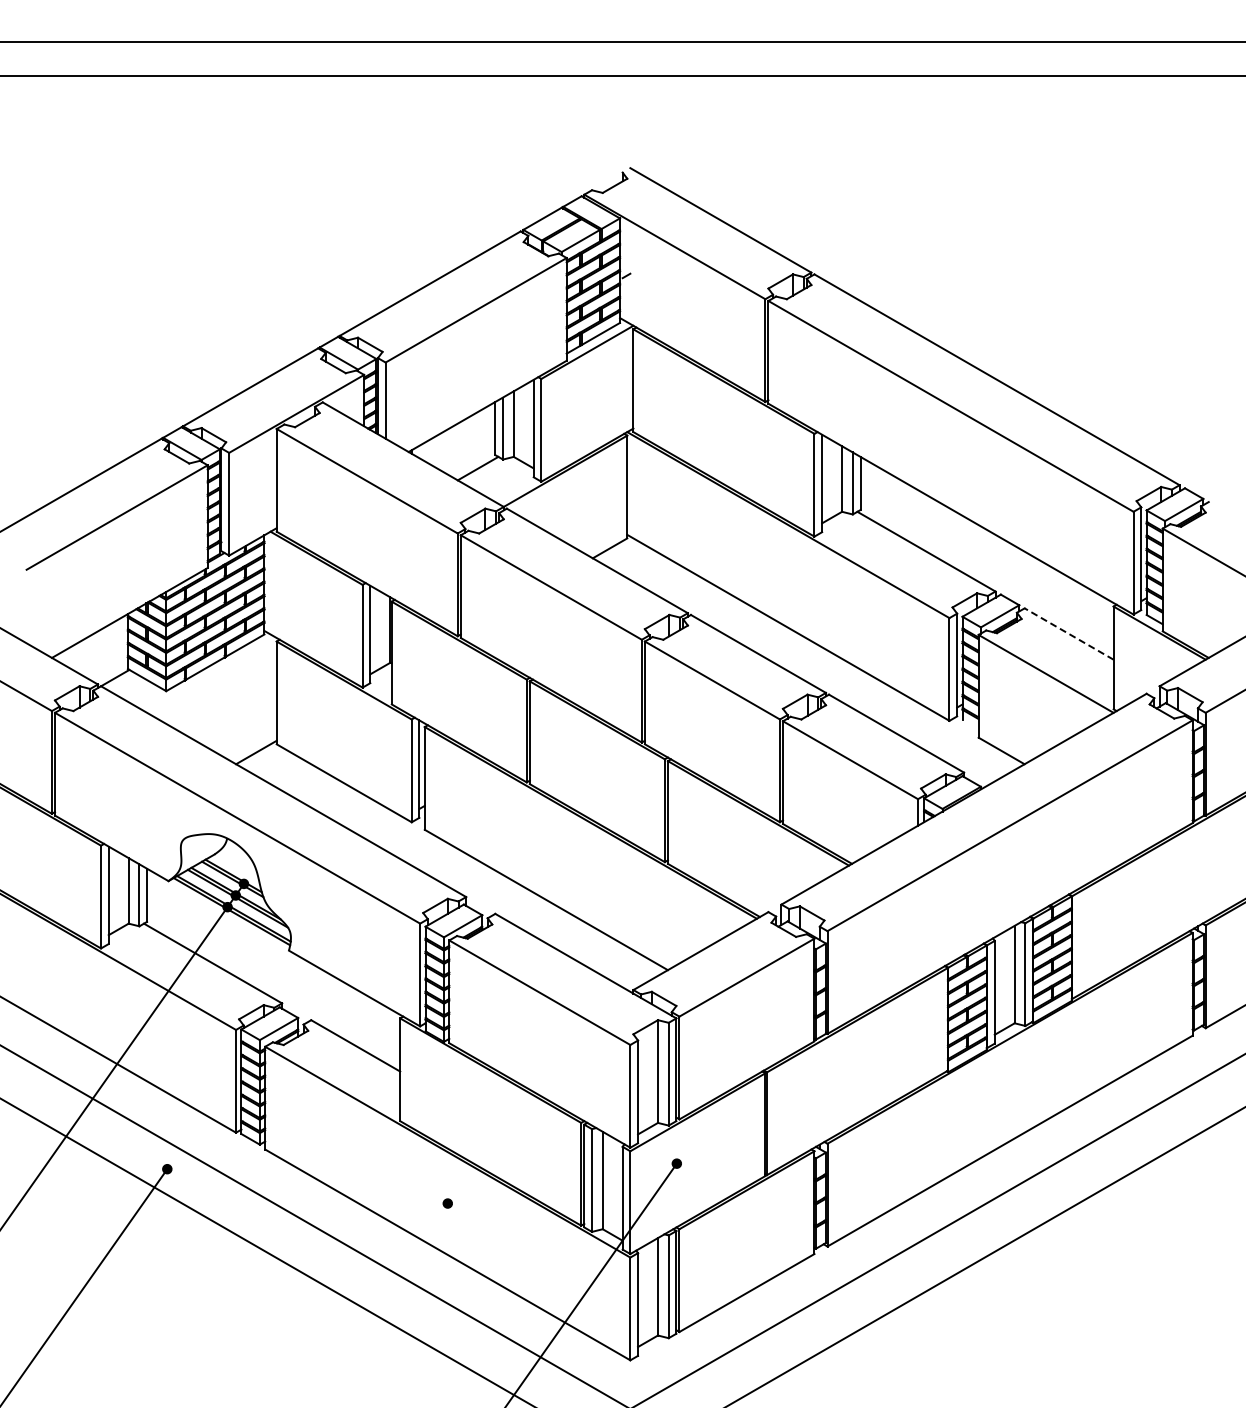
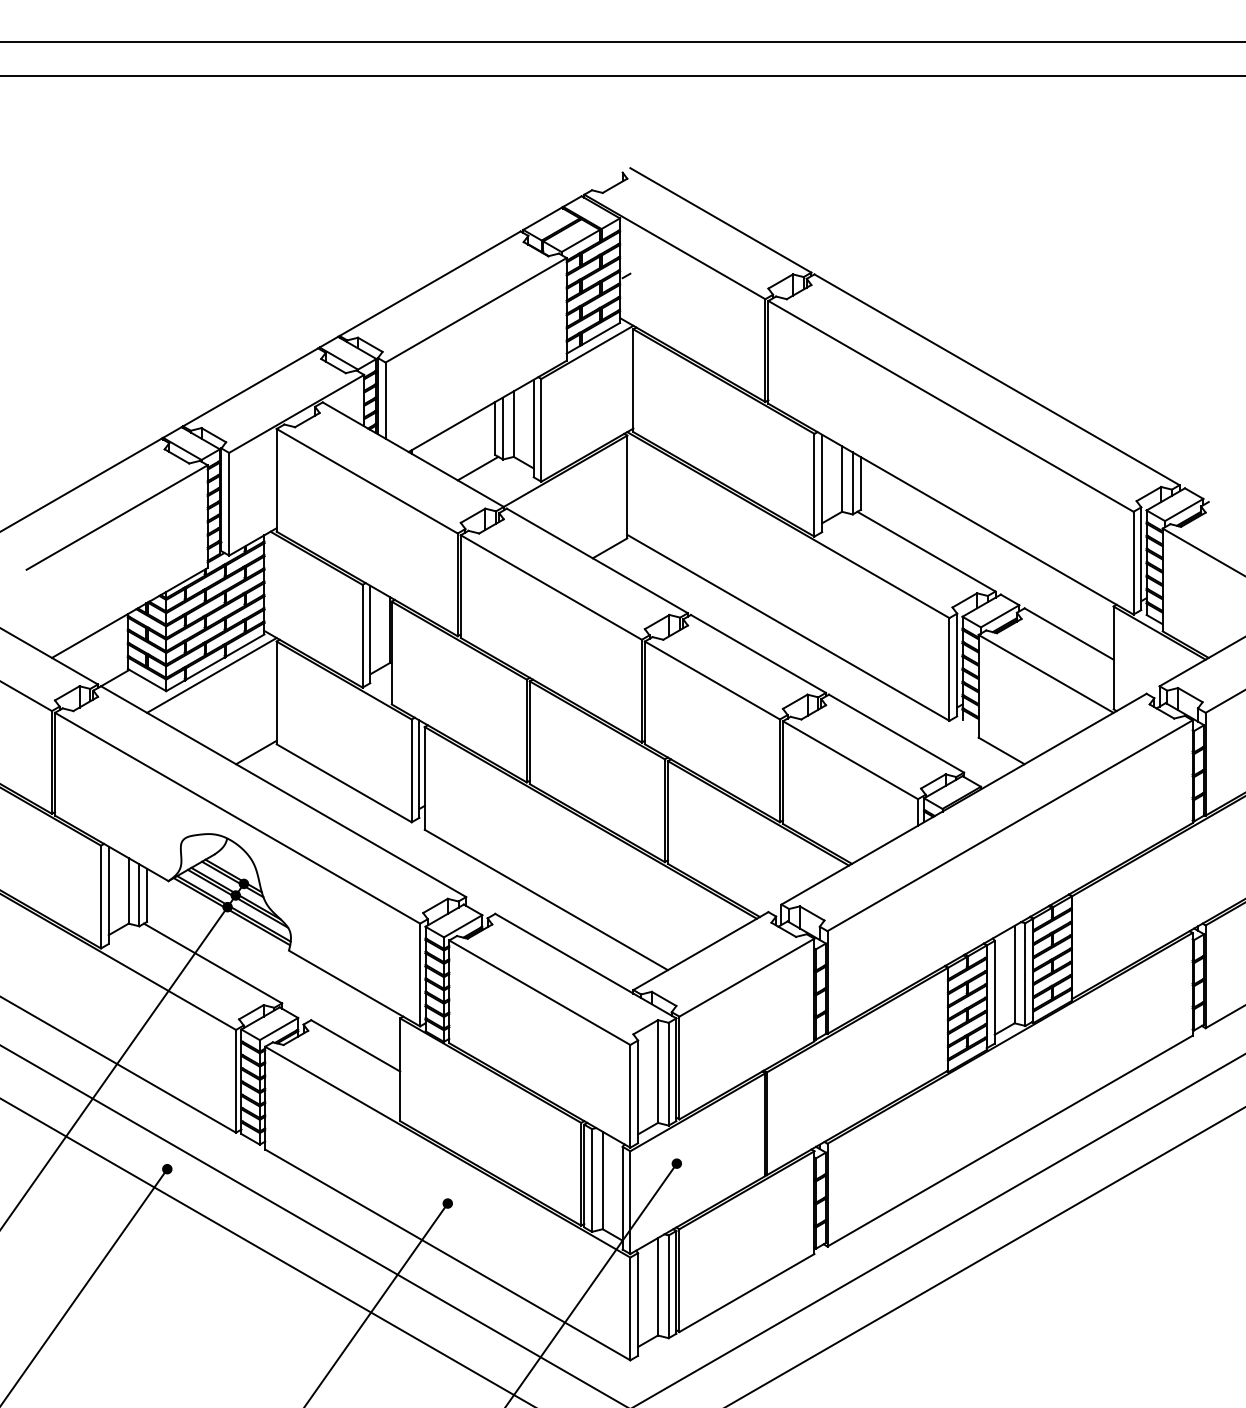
line at (1068, 633): dashed -> solid
line at (211, 675): none -> present
line at (376, 1303): none -> present
